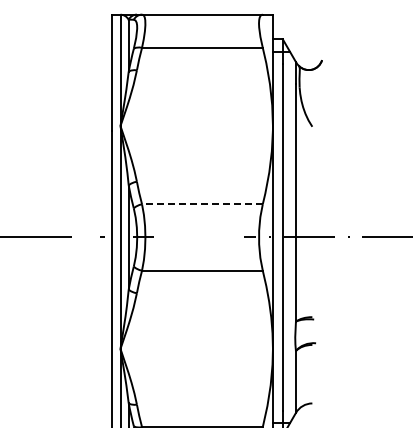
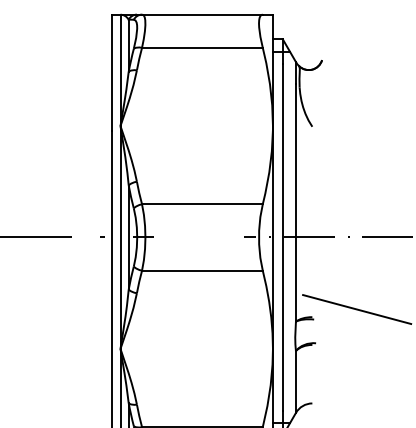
line at (201, 204): dashed -> solid
line at (357, 309): none -> present
